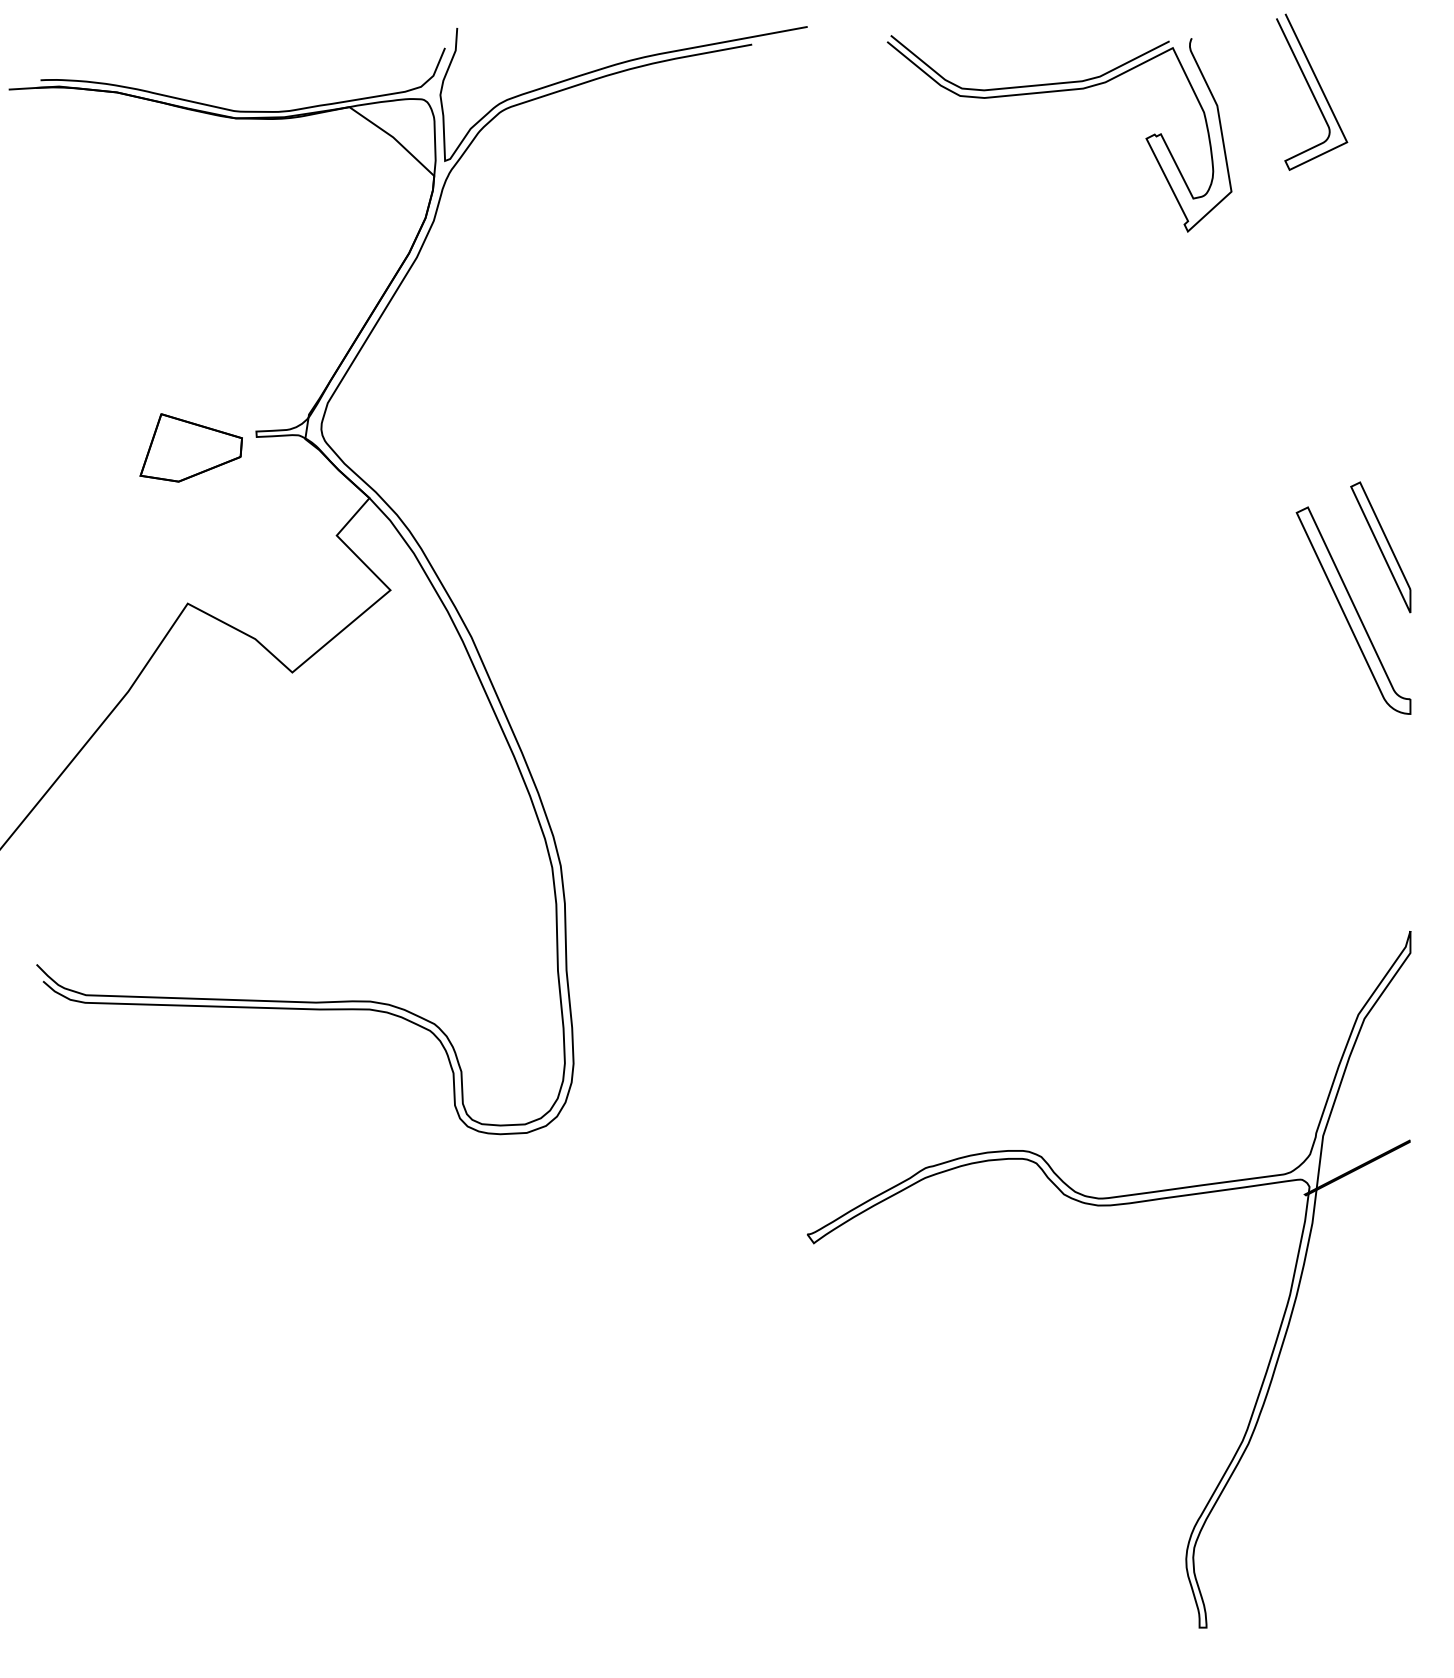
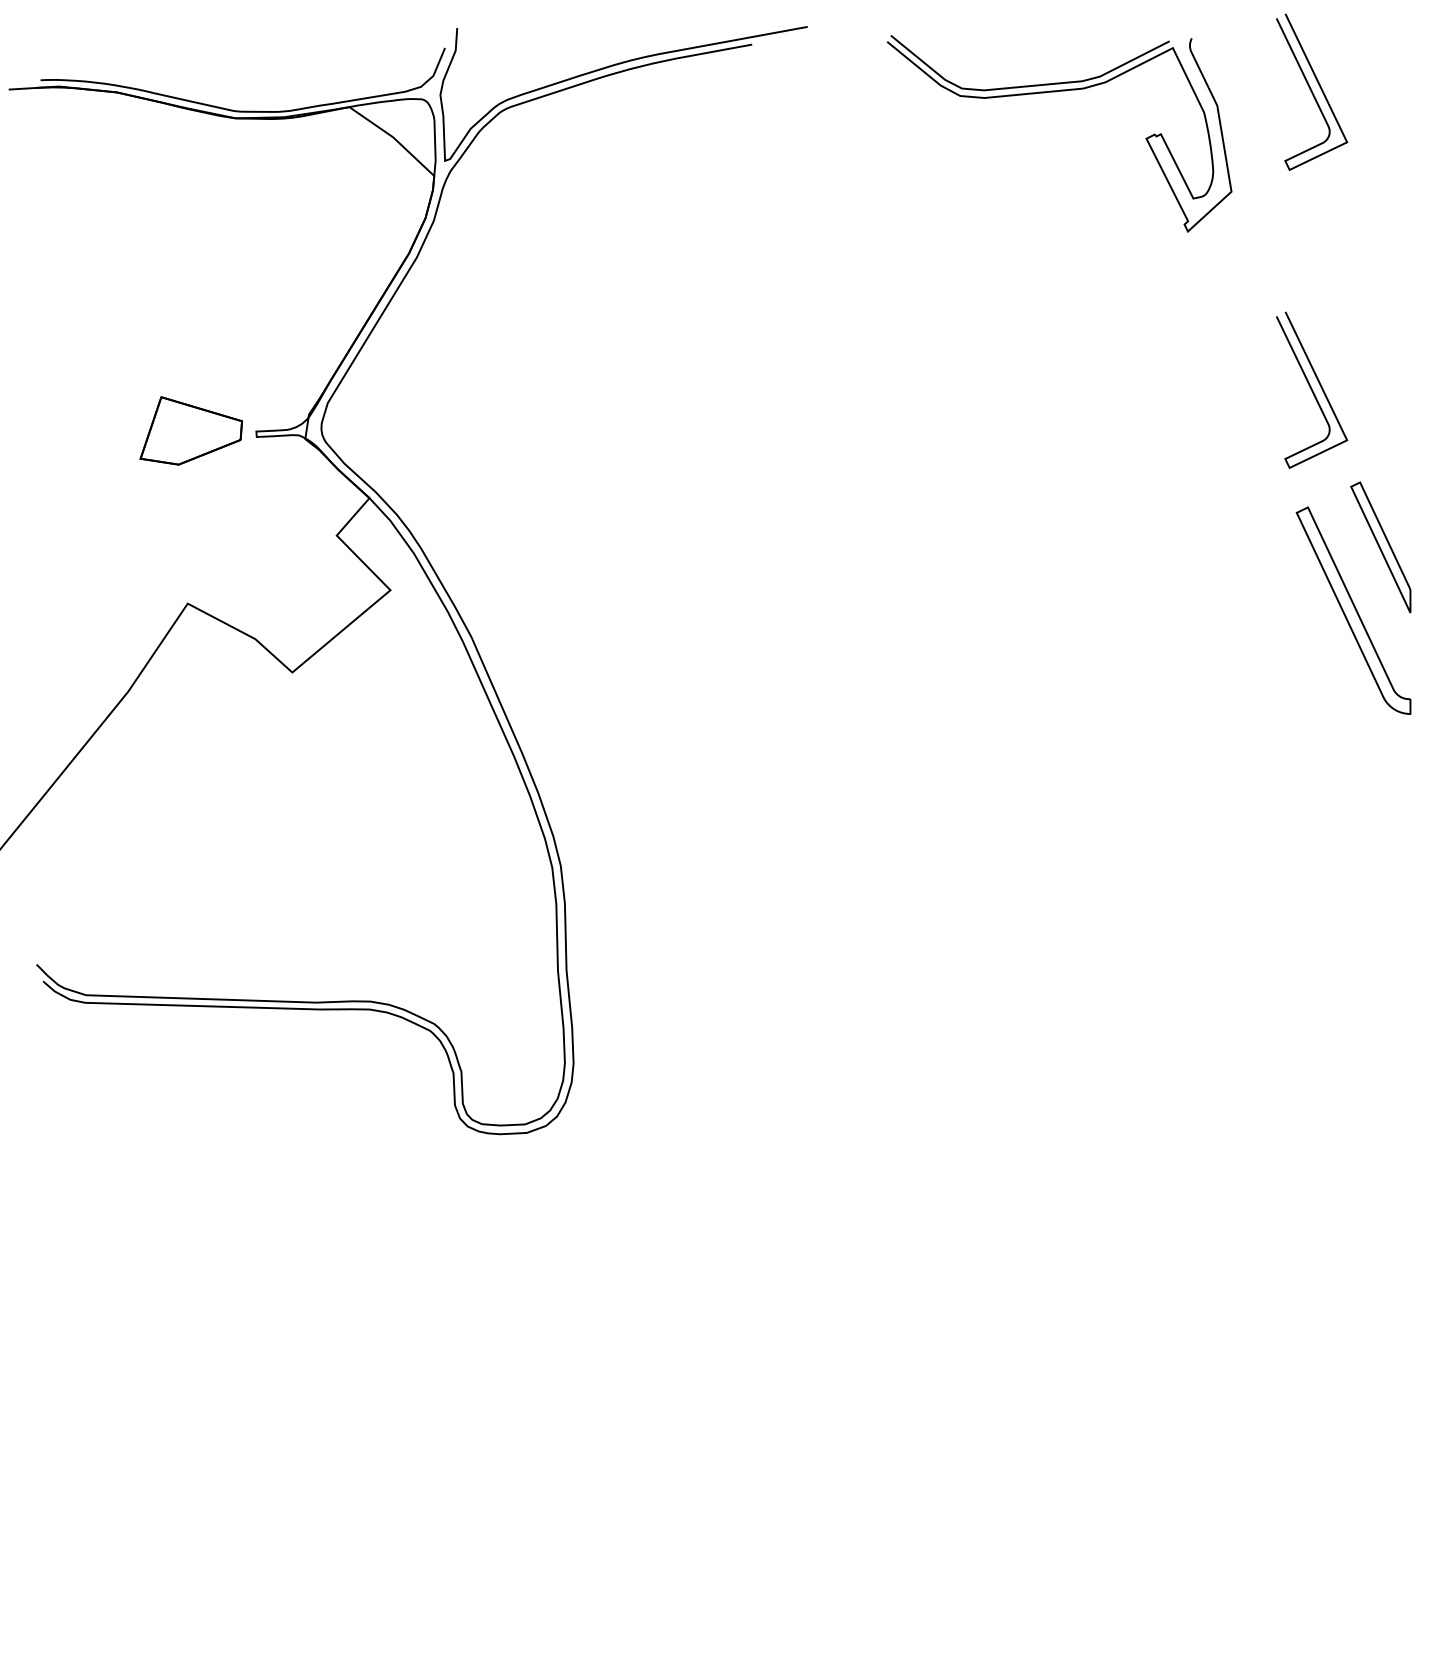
curve at (1312, 389): none -> present
part at (190, 447) position: (190, 447) -> (190, 430)
part at (1108, 1206): present -> none
